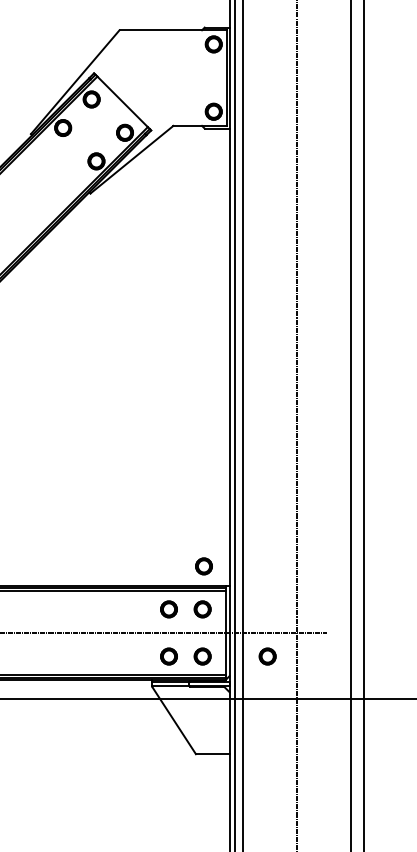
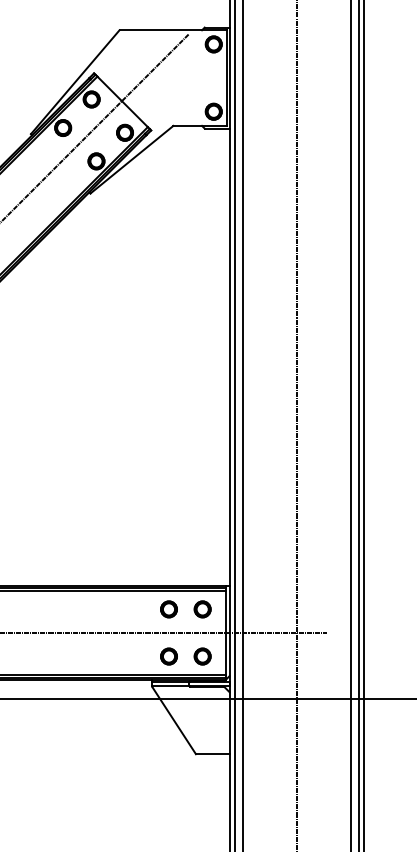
line at (95, 127): none -> present
line at (358, 425): none -> present
part at (203, 566): present -> none
part at (267, 656): present -> none
